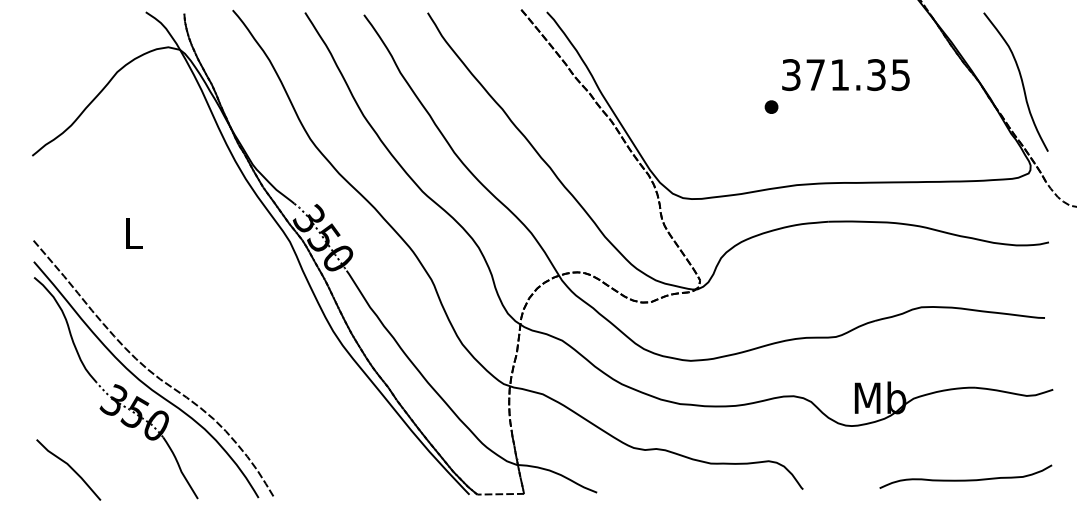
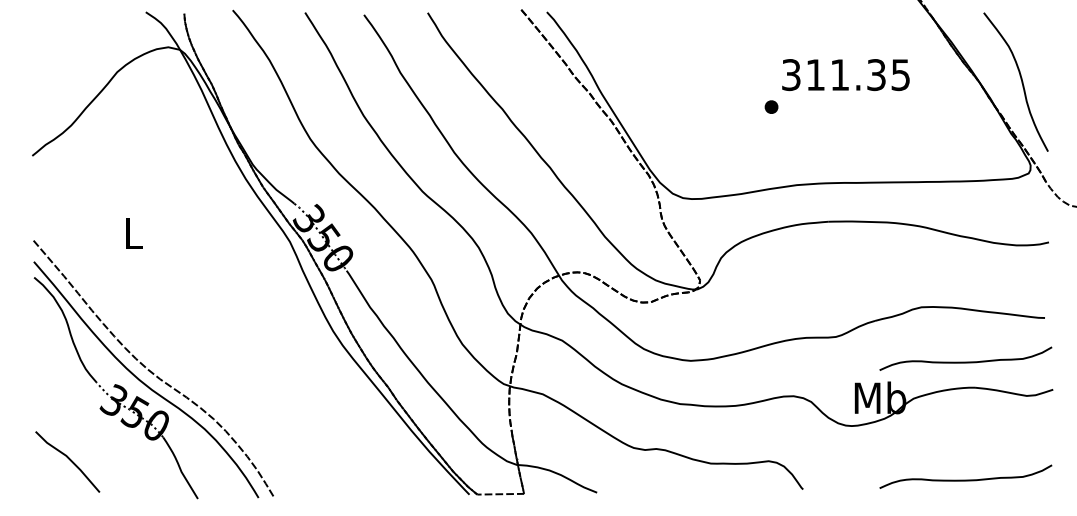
text at (815, 74): 371.35 -> 311.35
curve at (965, 361): none -> present
curve at (69, 467) position: (69, 467) -> (68, 459)
